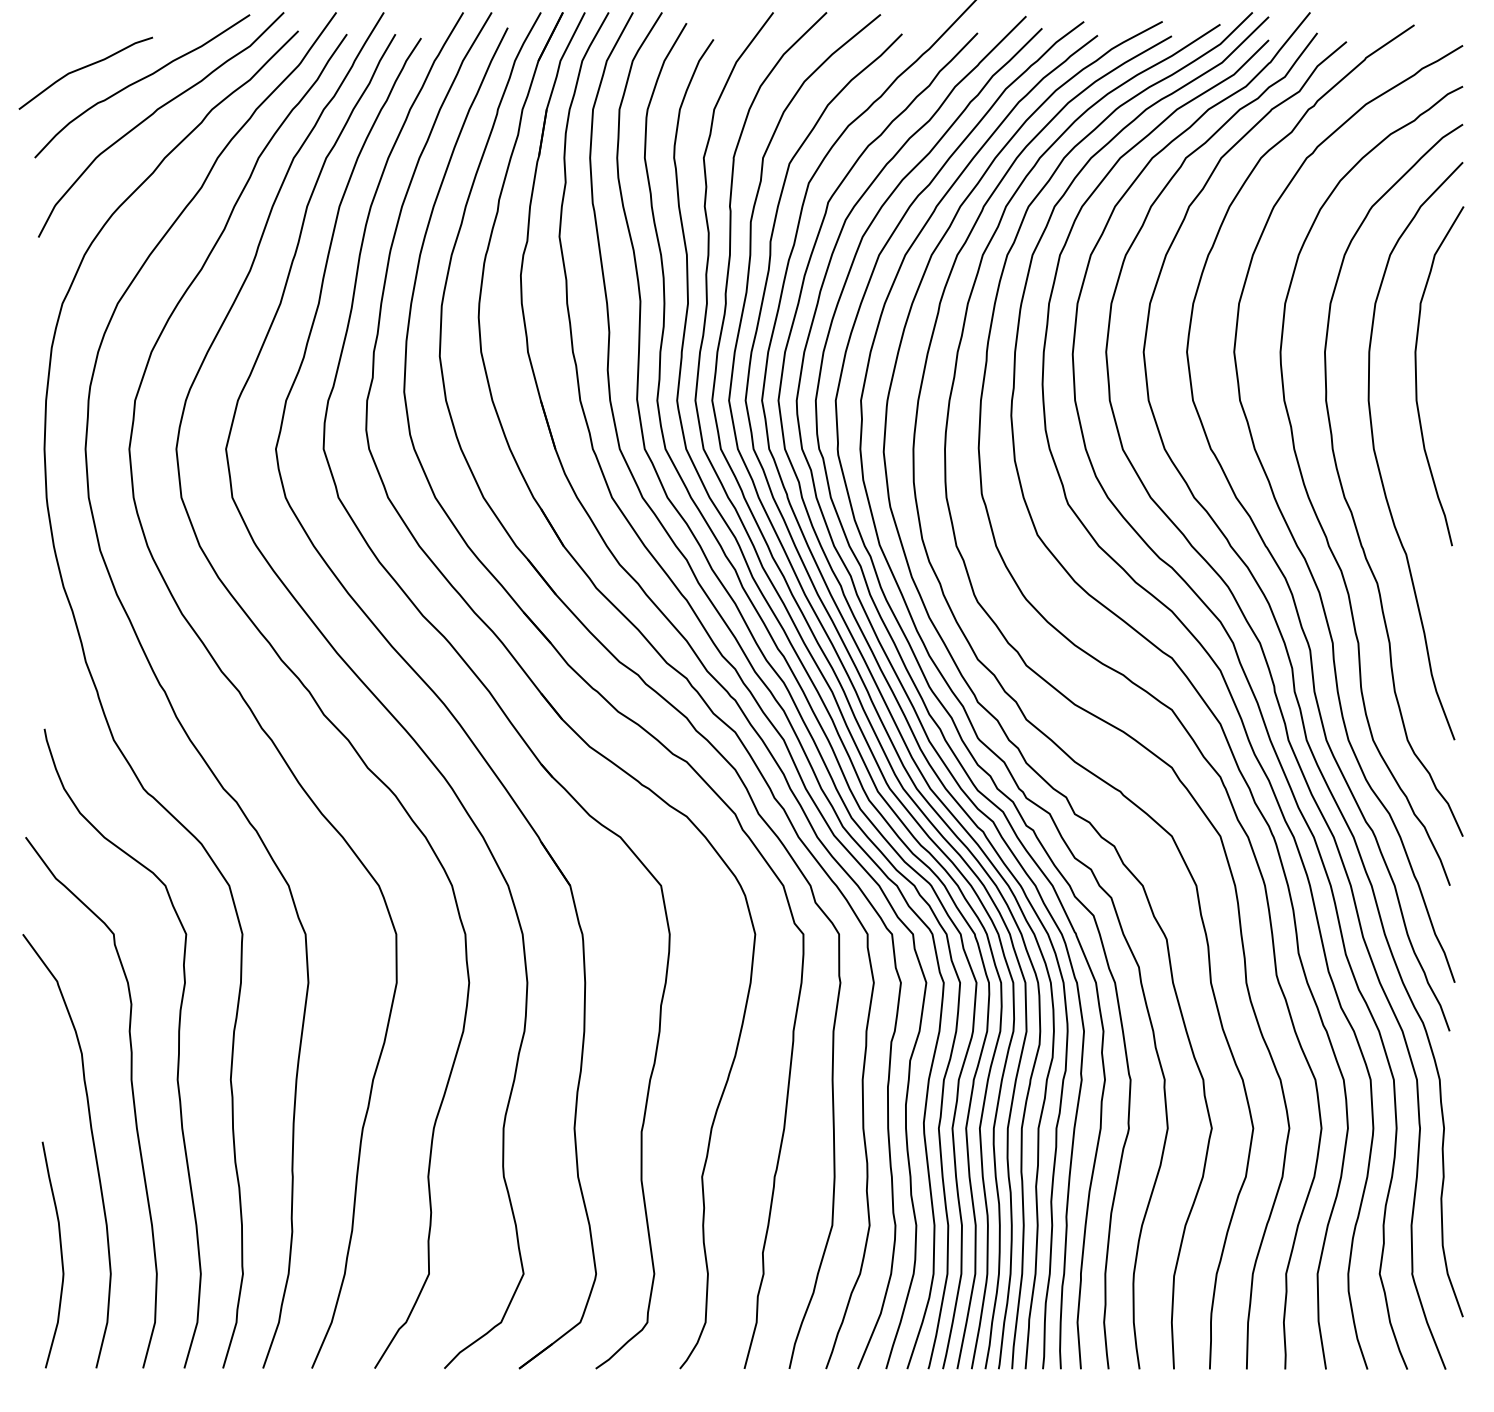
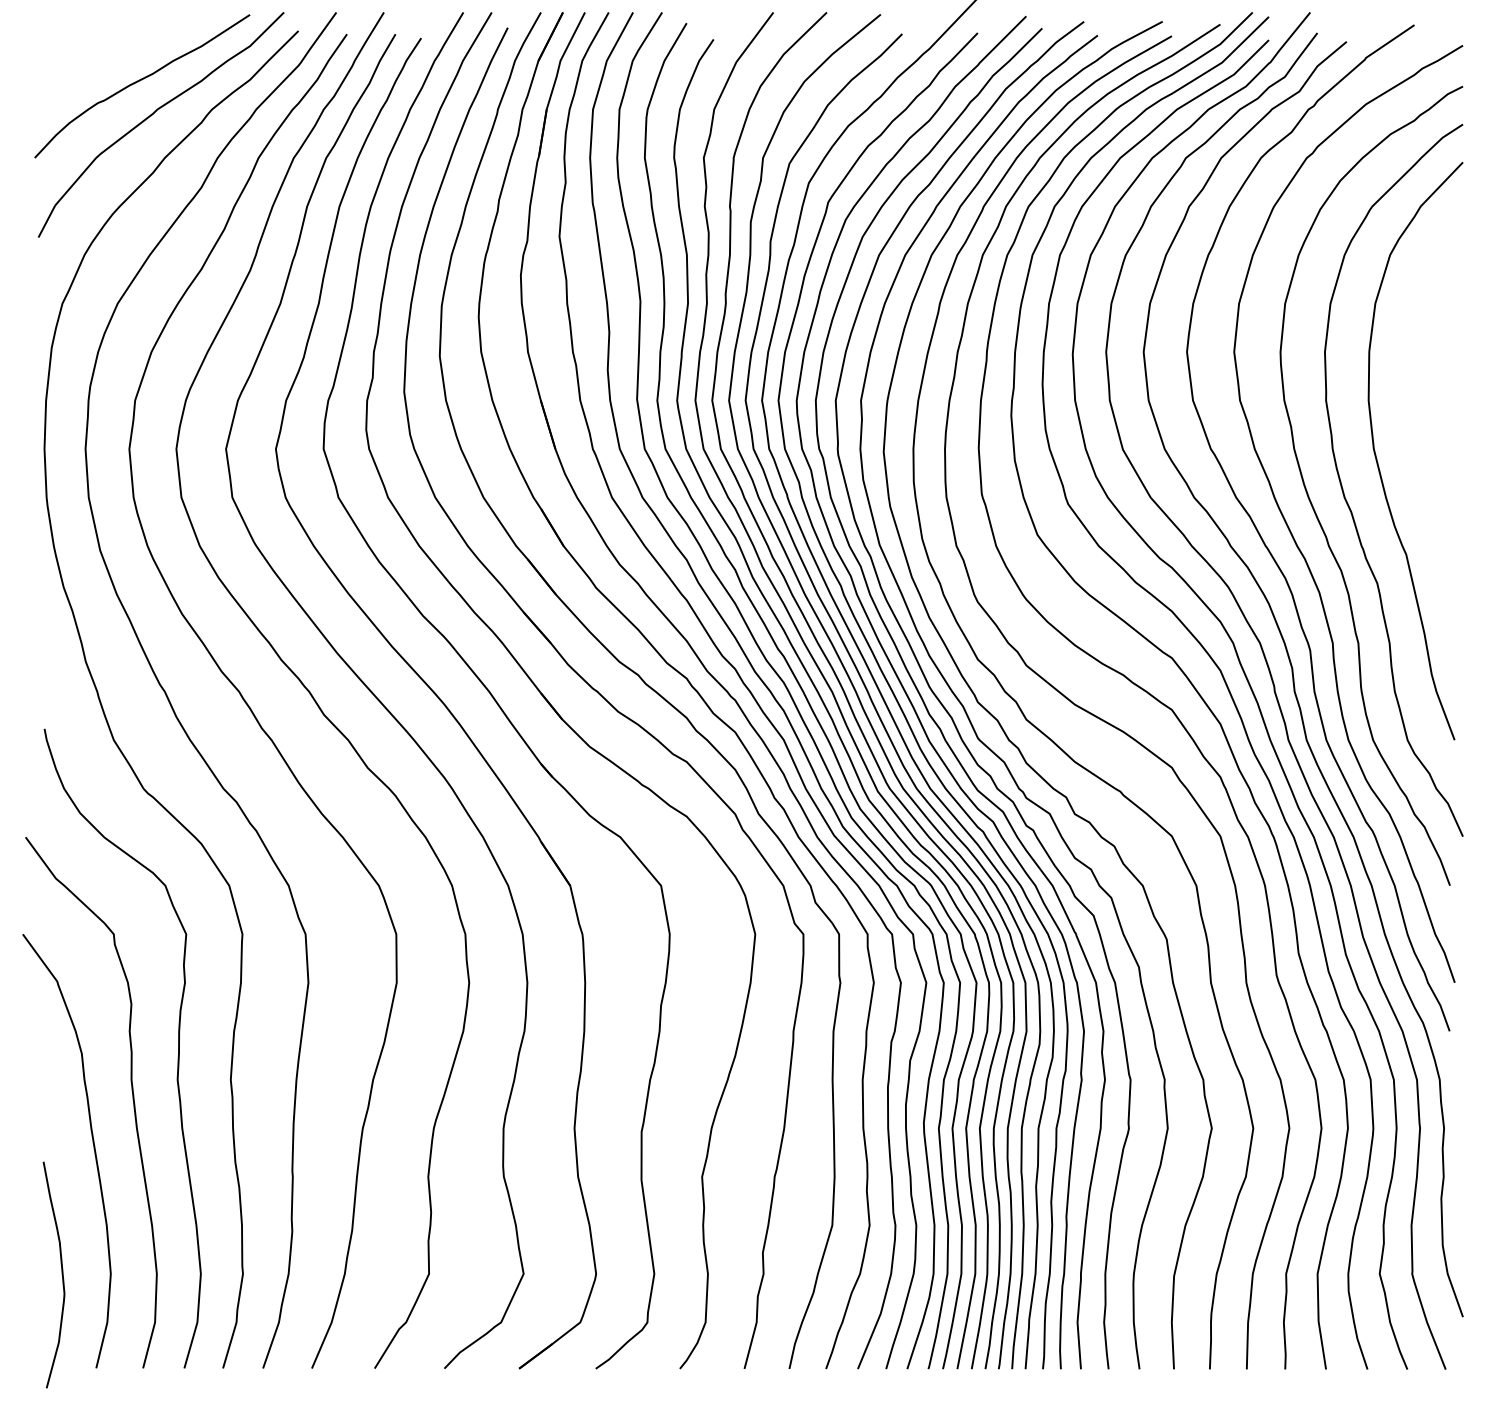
curve at (84, 68): present -> none
curve at (1416, 376): present -> none
curve at (60, 1254) position: (60, 1254) -> (61, 1274)
